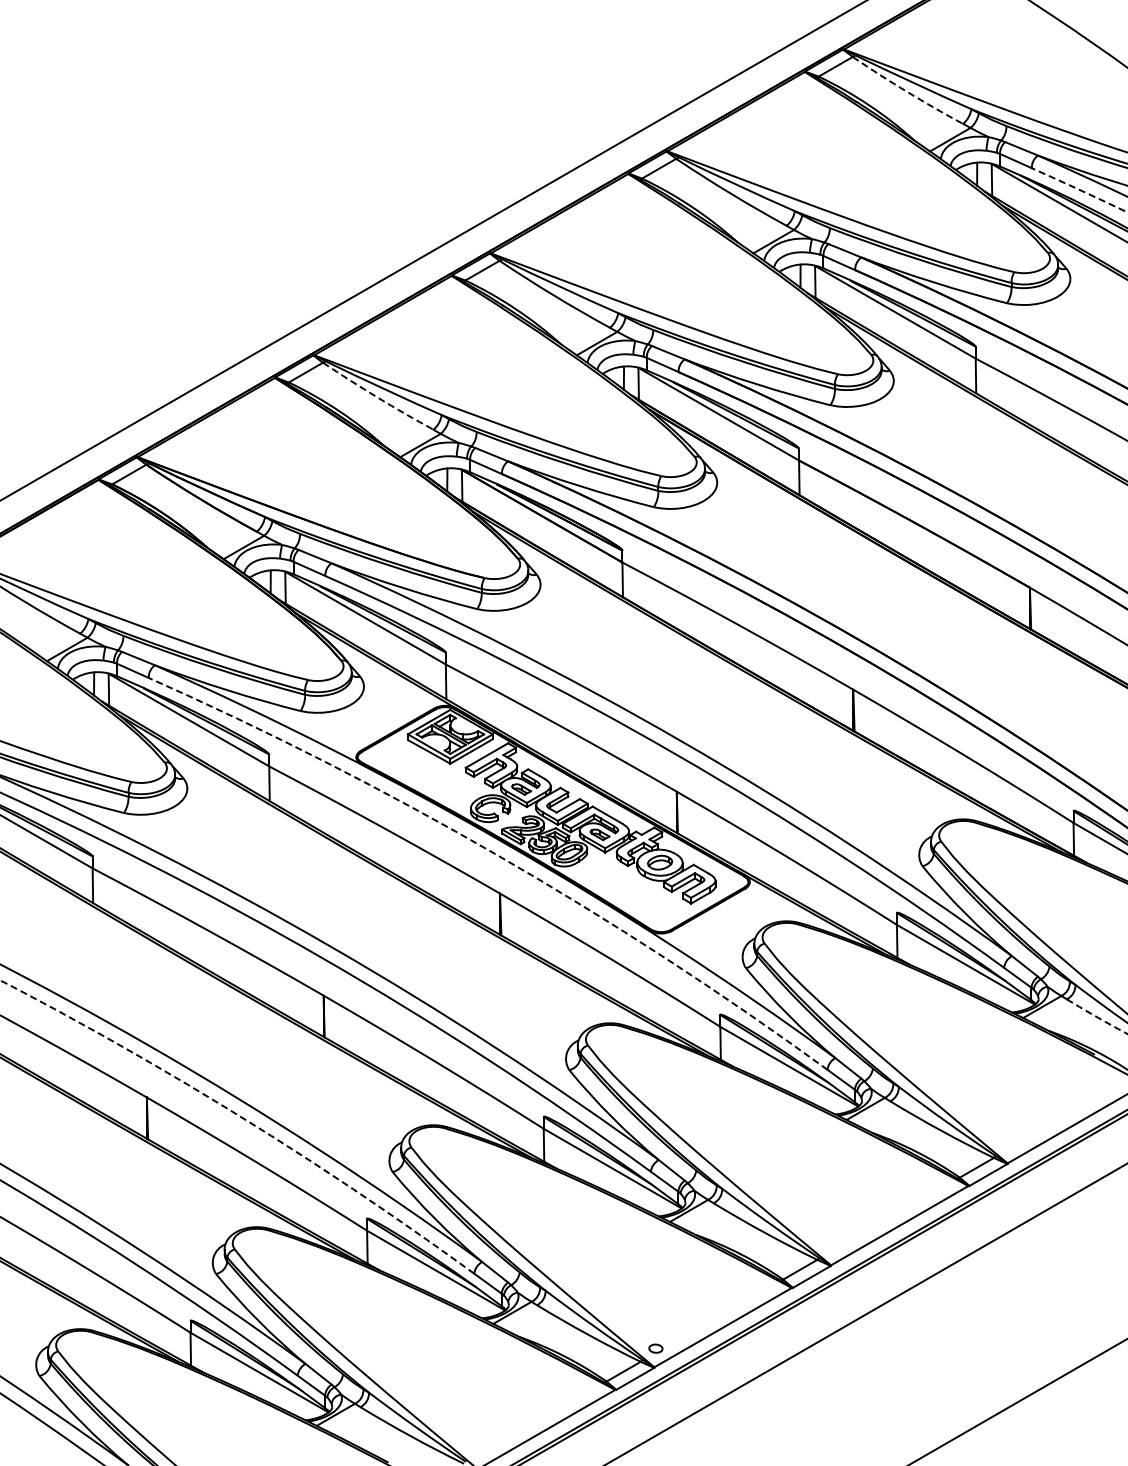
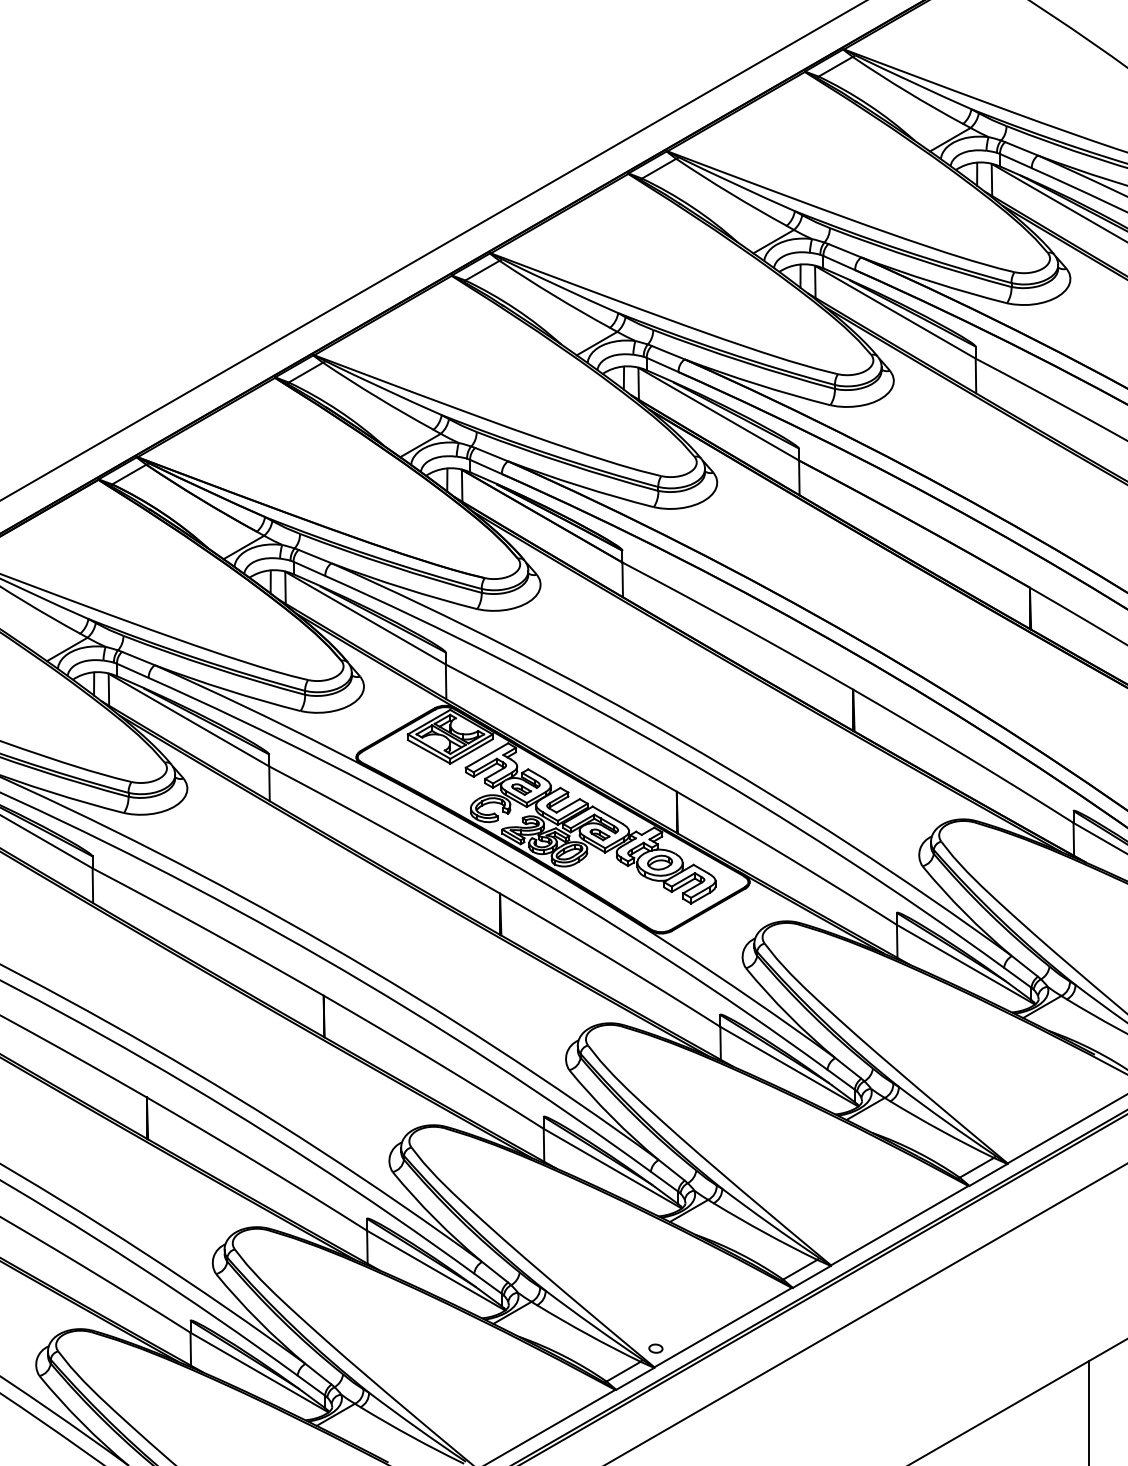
arc at (907, 91): dashed -> solid
arc at (1079, 189): dashed -> solid
arc at (377, 397): dashed -> solid
arc at (498, 855): dashed -> solid
arc at (1097, 1017): dashed -> solid
arc at (242, 1117): dashed -> solid
line at (1088, 1411): none -> present
